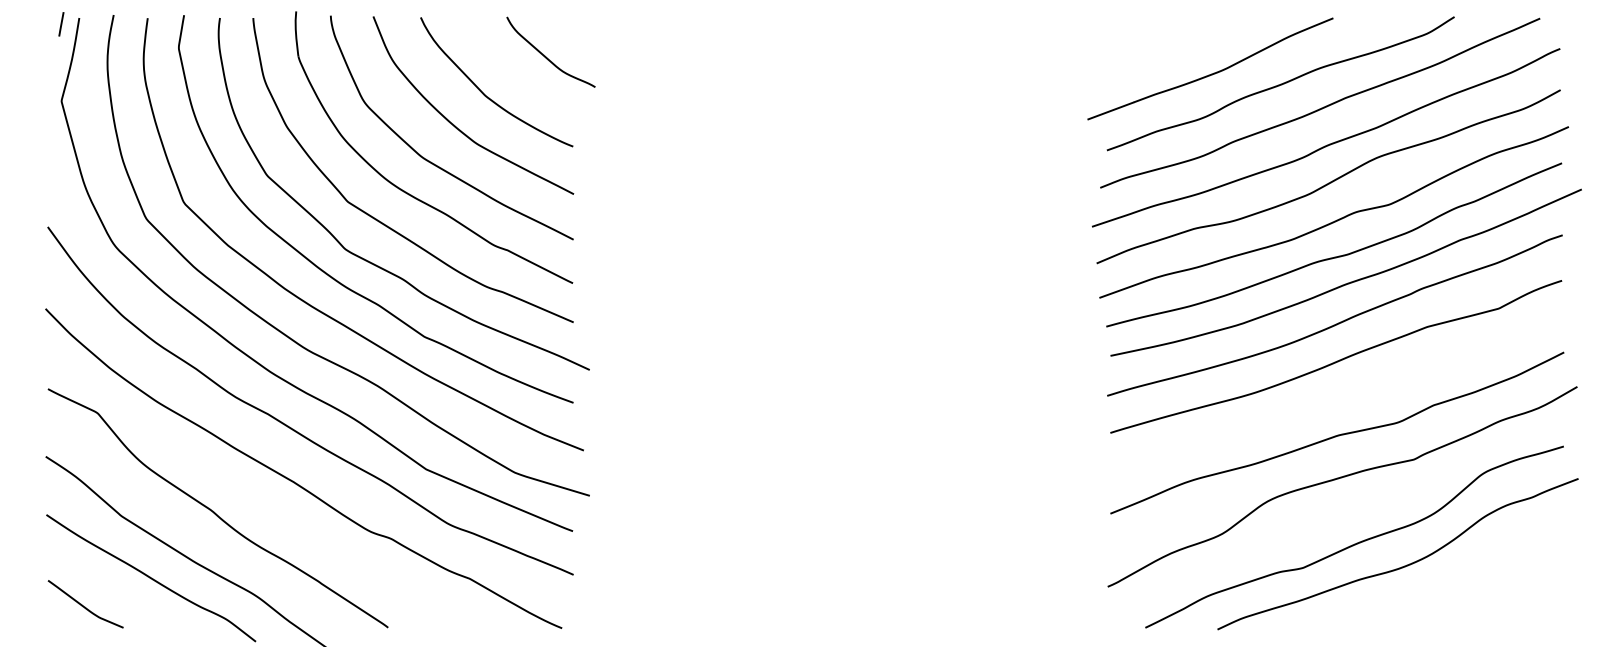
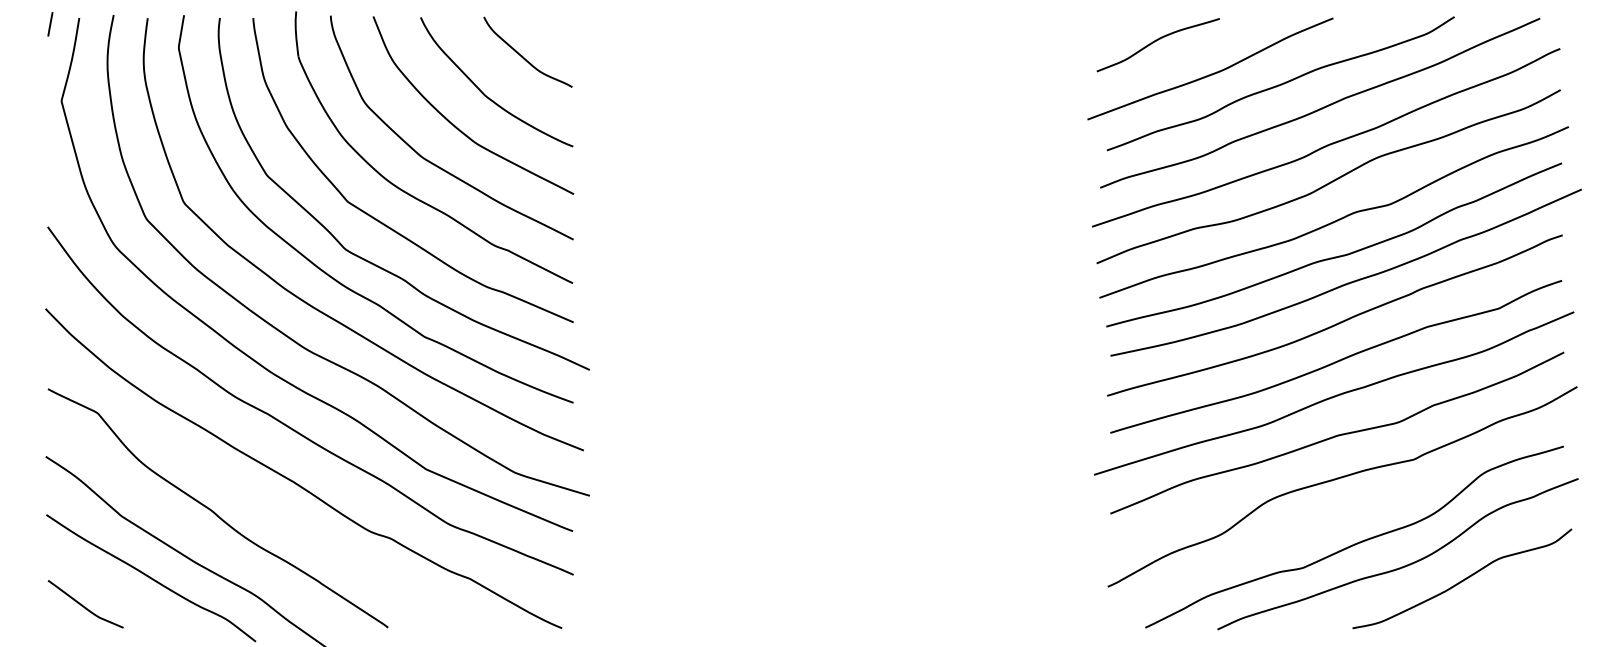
line at (61, 24) position: (61, 24) -> (50, 24)
curve at (1155, 42): none -> present
curve at (545, 55) position: (545, 55) -> (522, 55)
curve at (1334, 395): none -> present
curve at (1462, 579): none -> present
